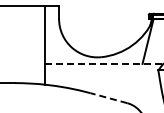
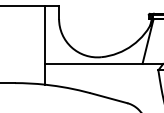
line at (104, 63): dashed -> solid
line at (108, 98): dashed -> solid
